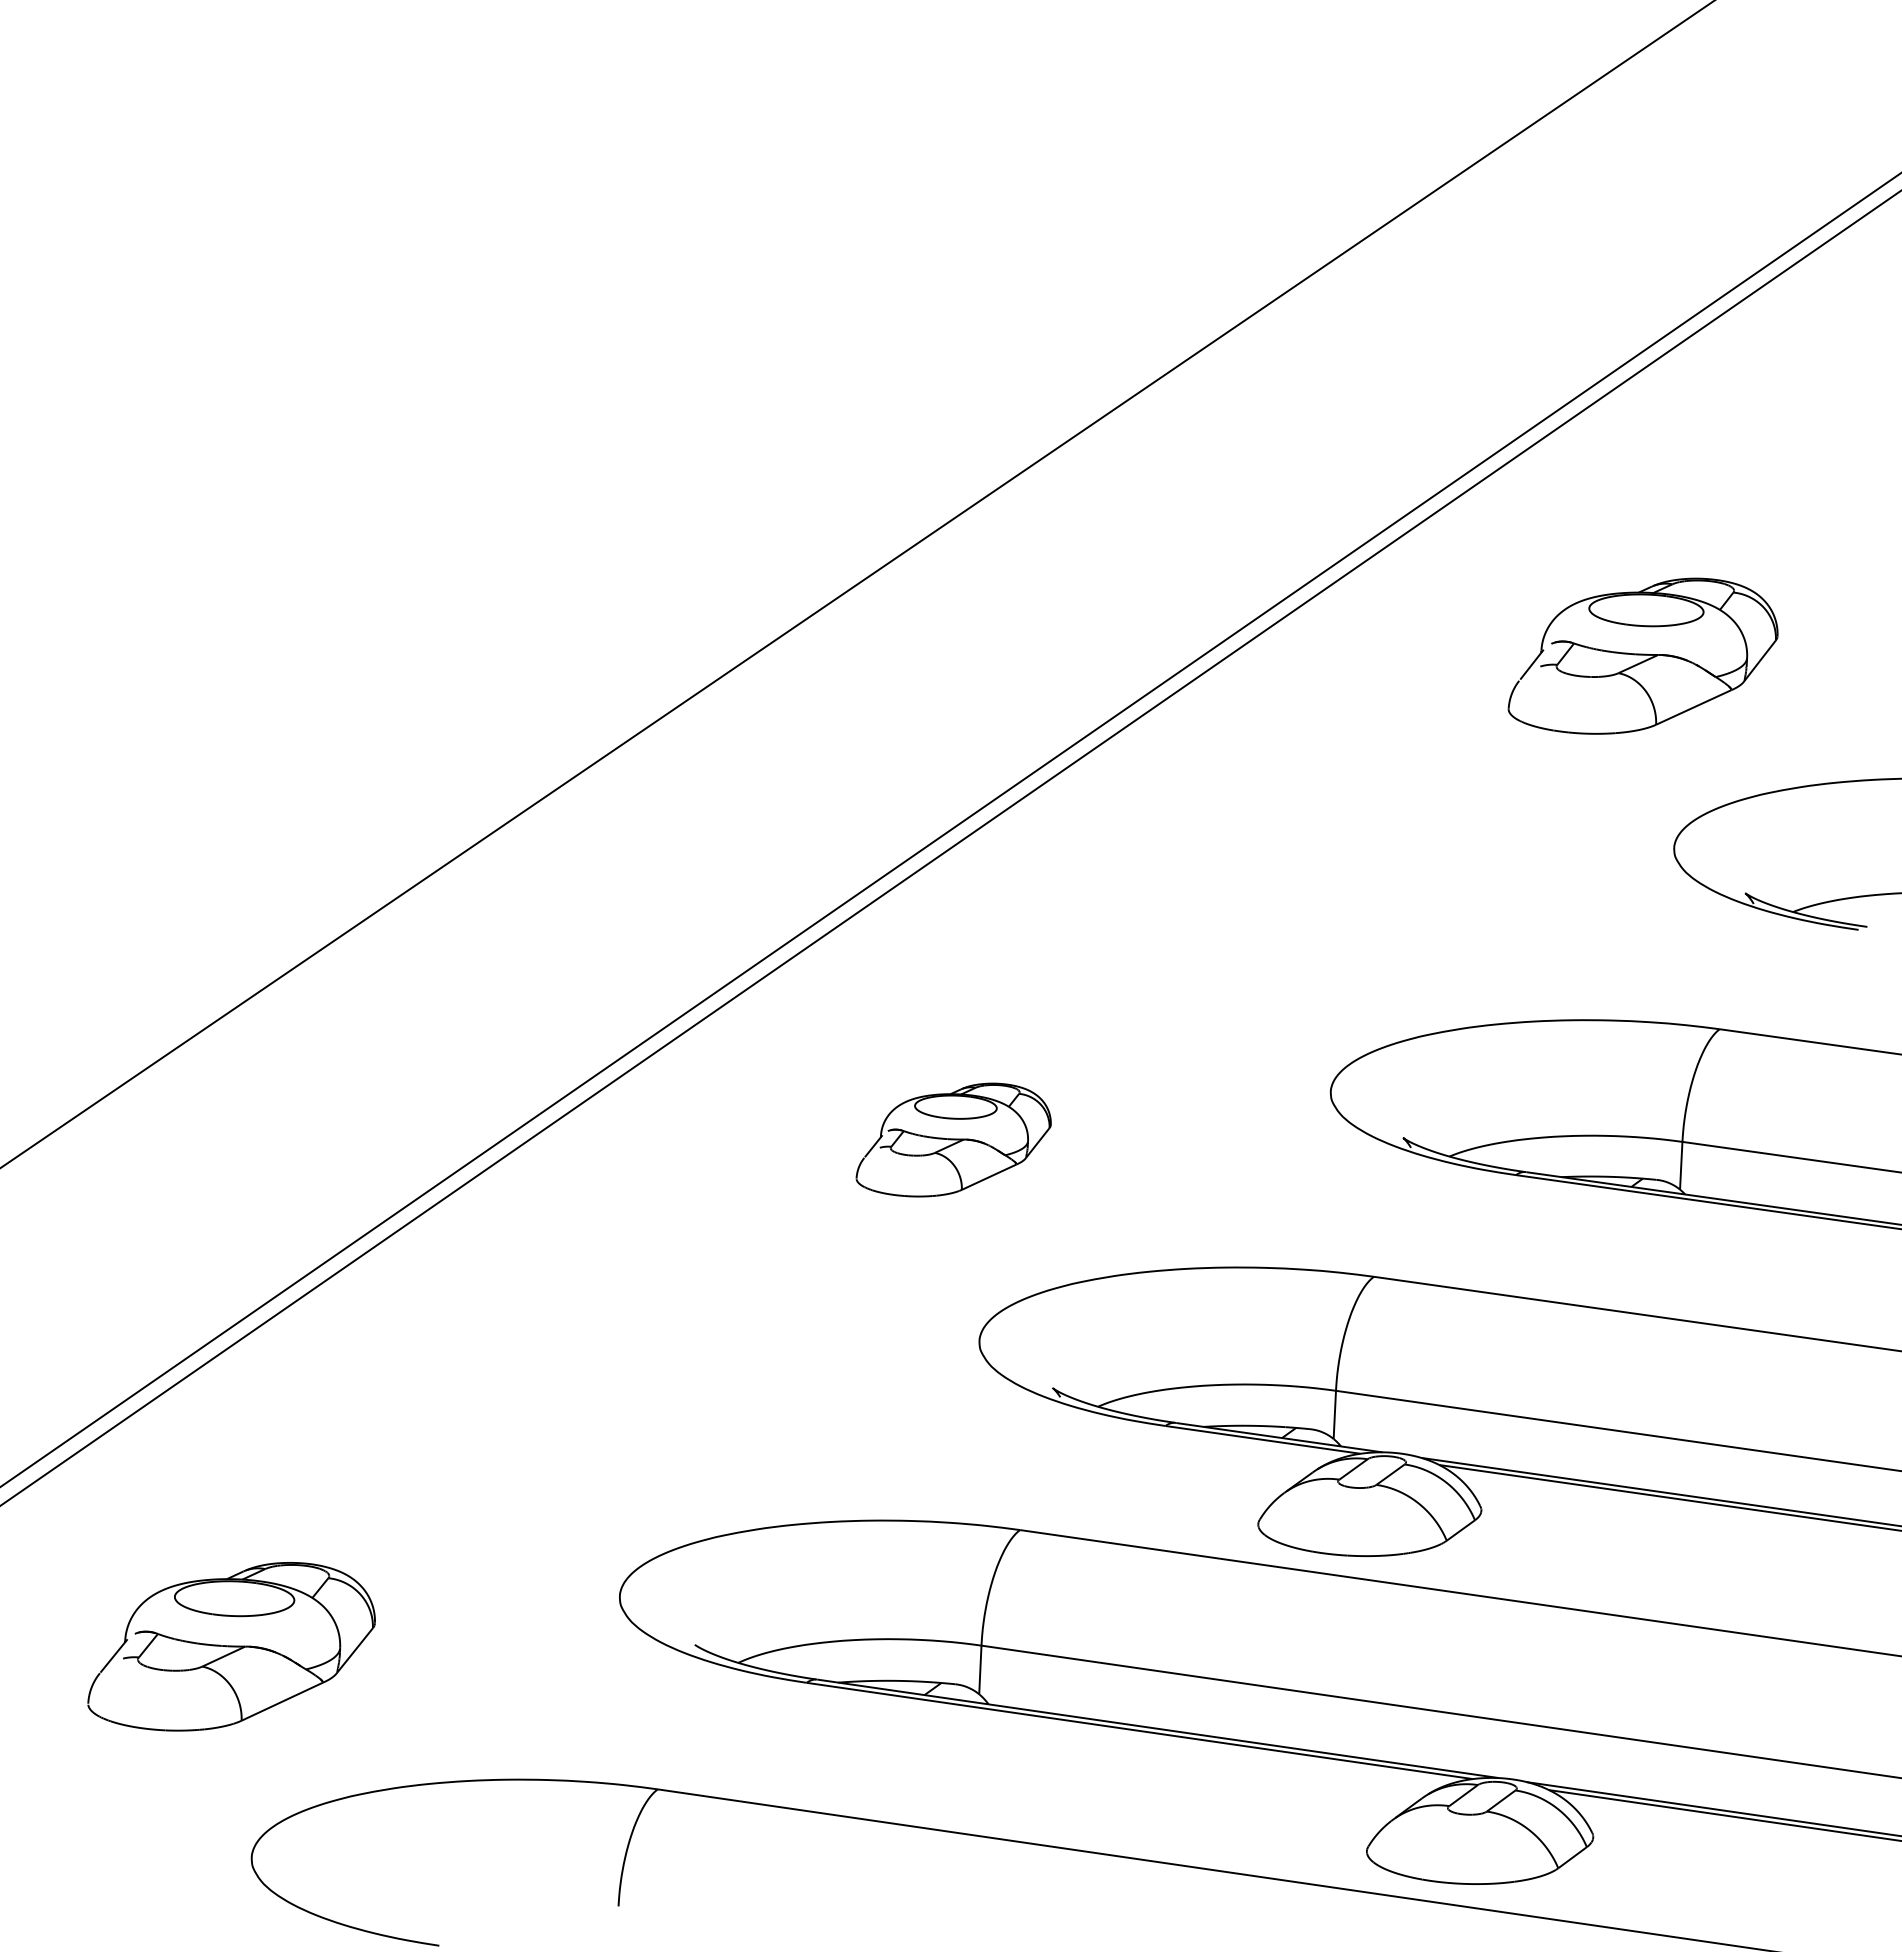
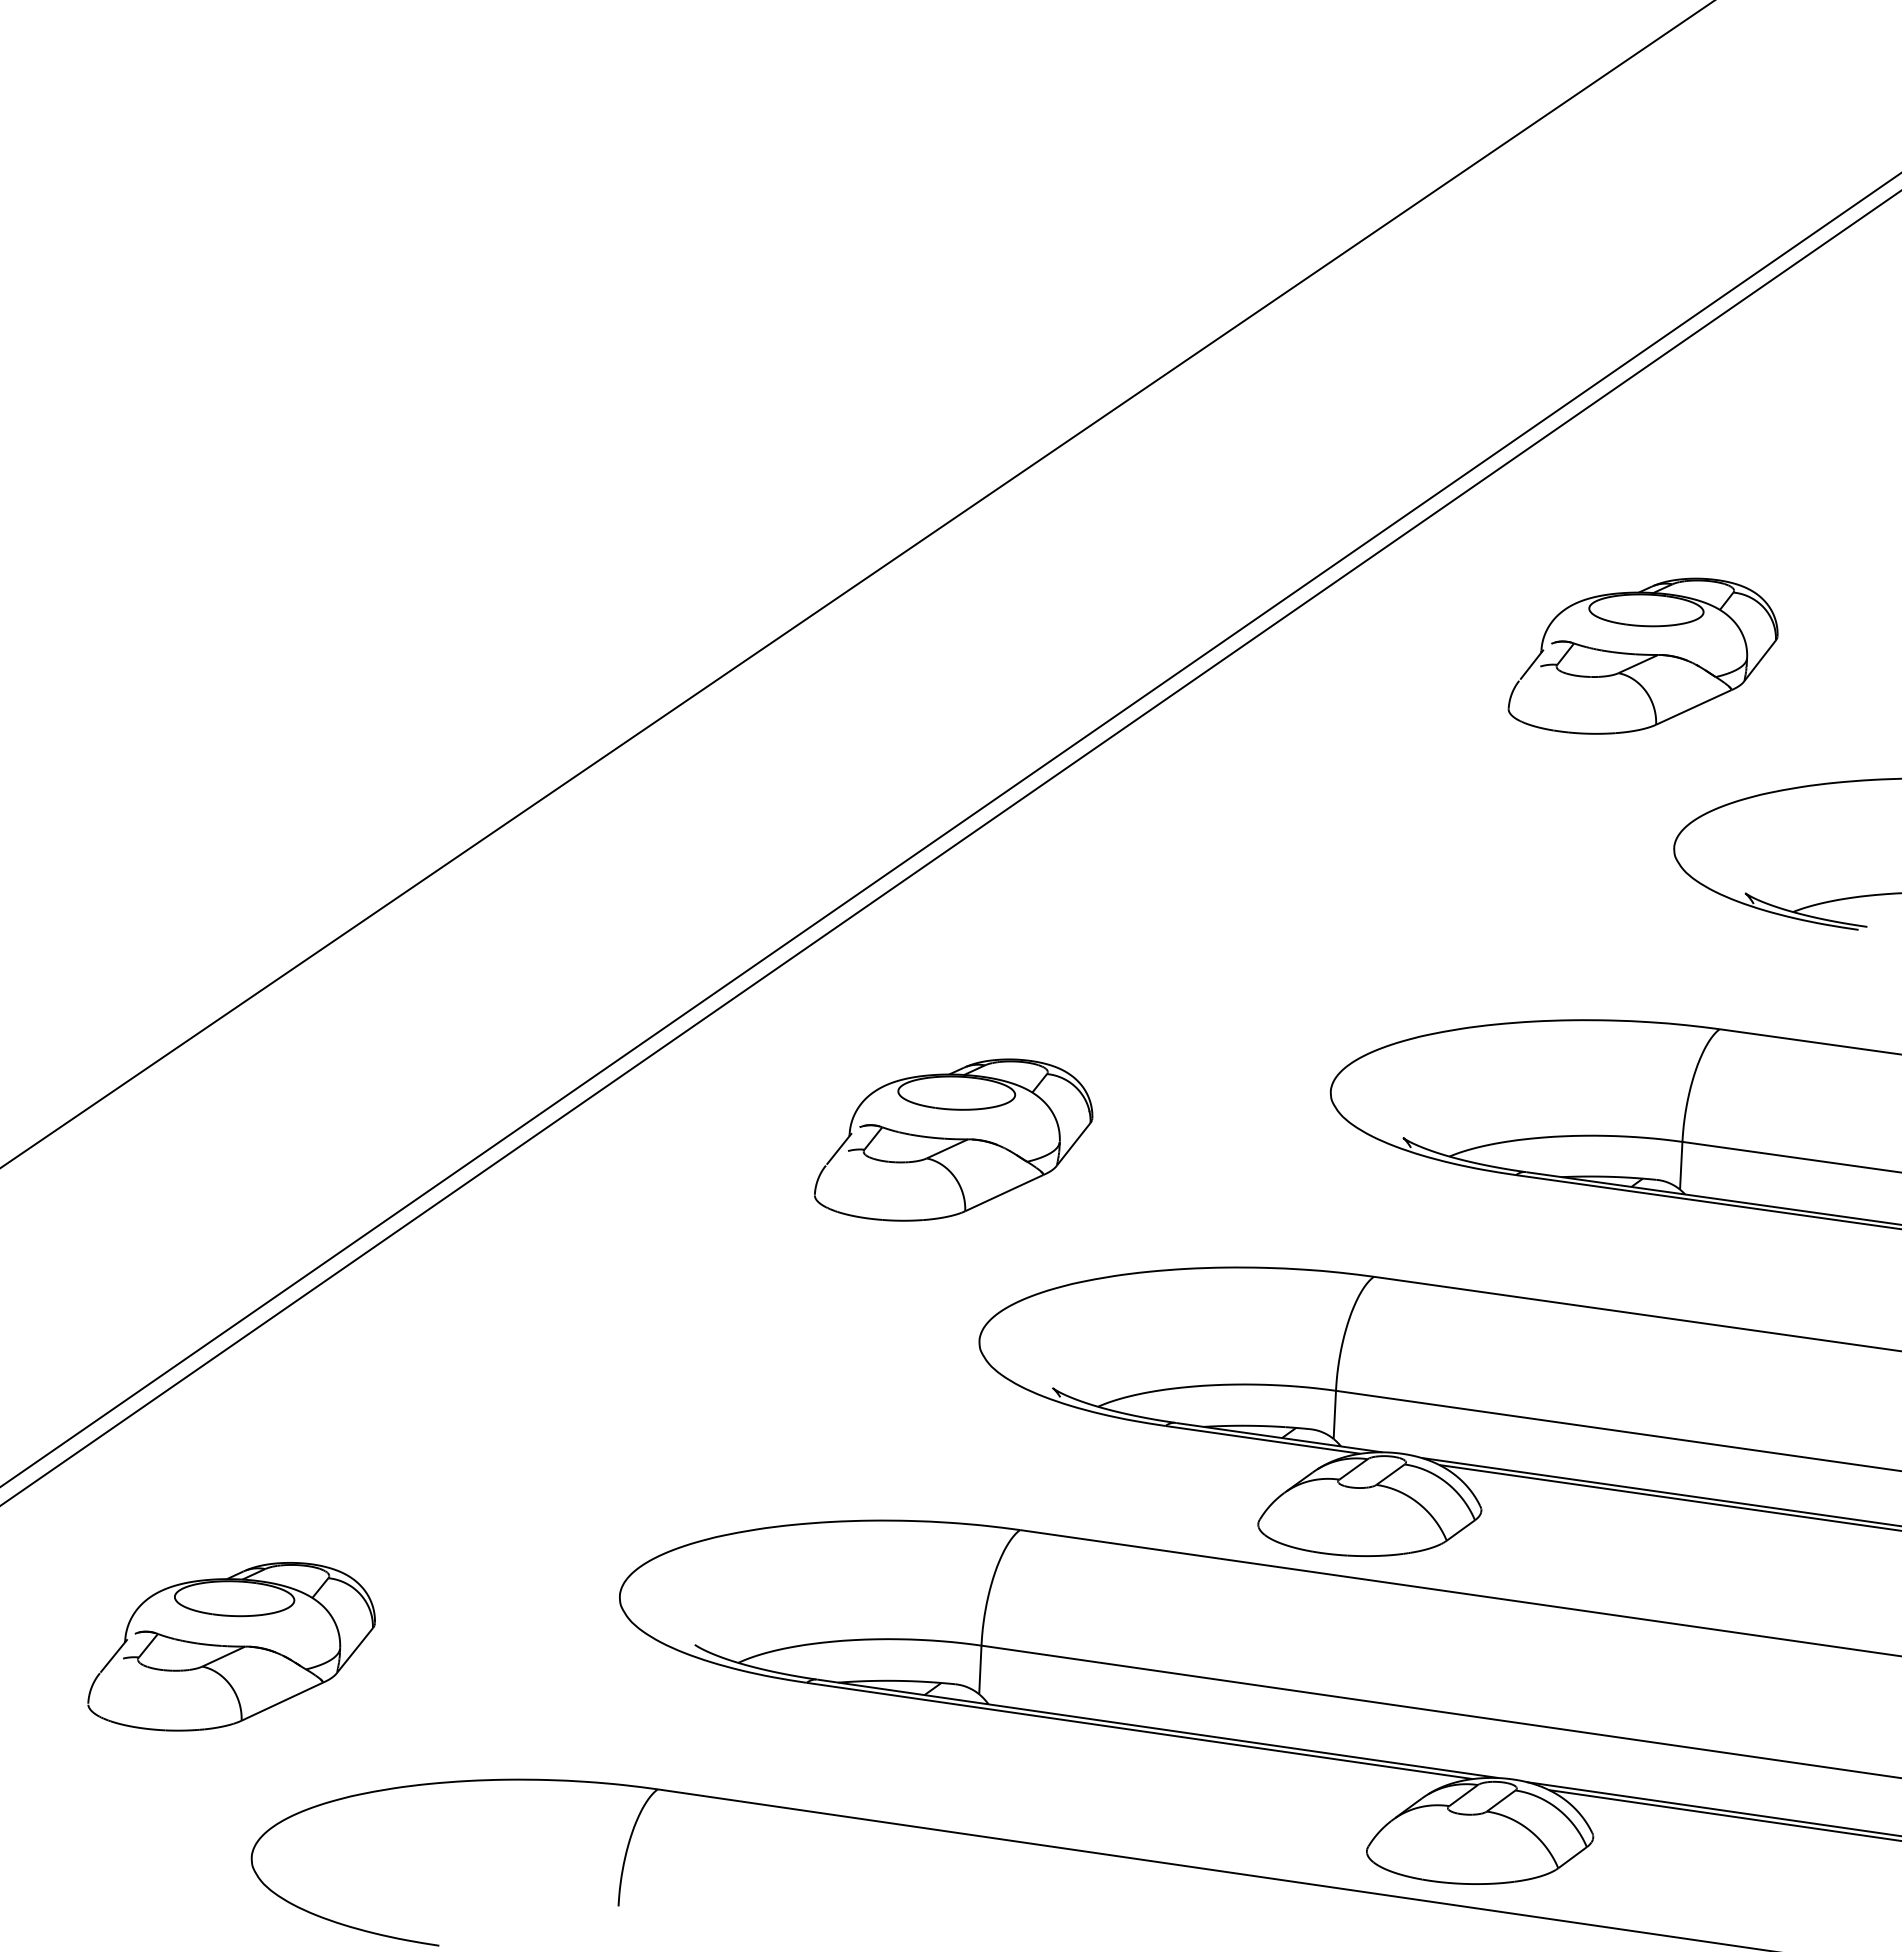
part at (953, 1139) size: 197x116 px -> 280x164 px
